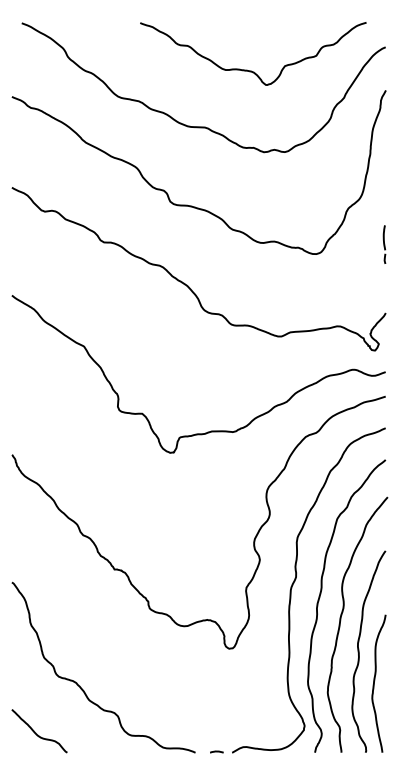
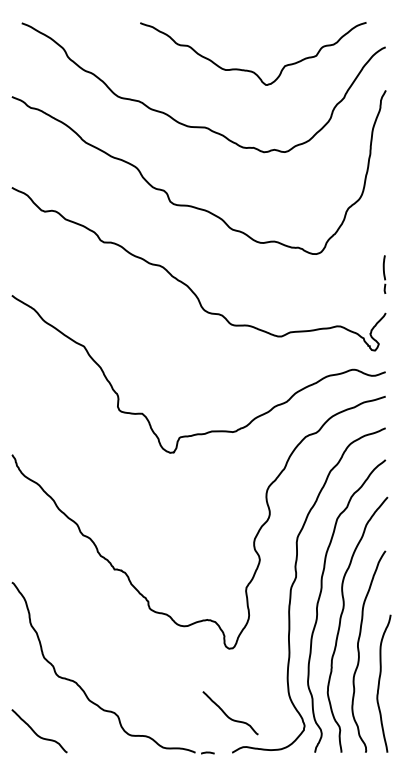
part at (384, 244) position: (384, 244) -> (384, 274)
curve at (374, 683) position: (374, 683) -> (379, 683)
curve at (229, 716): none -> present
curve at (216, 751) position: (216, 751) -> (207, 752)
